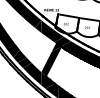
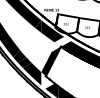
fill at (60, 43): present -> none
fill at (47, 80): present -> none
